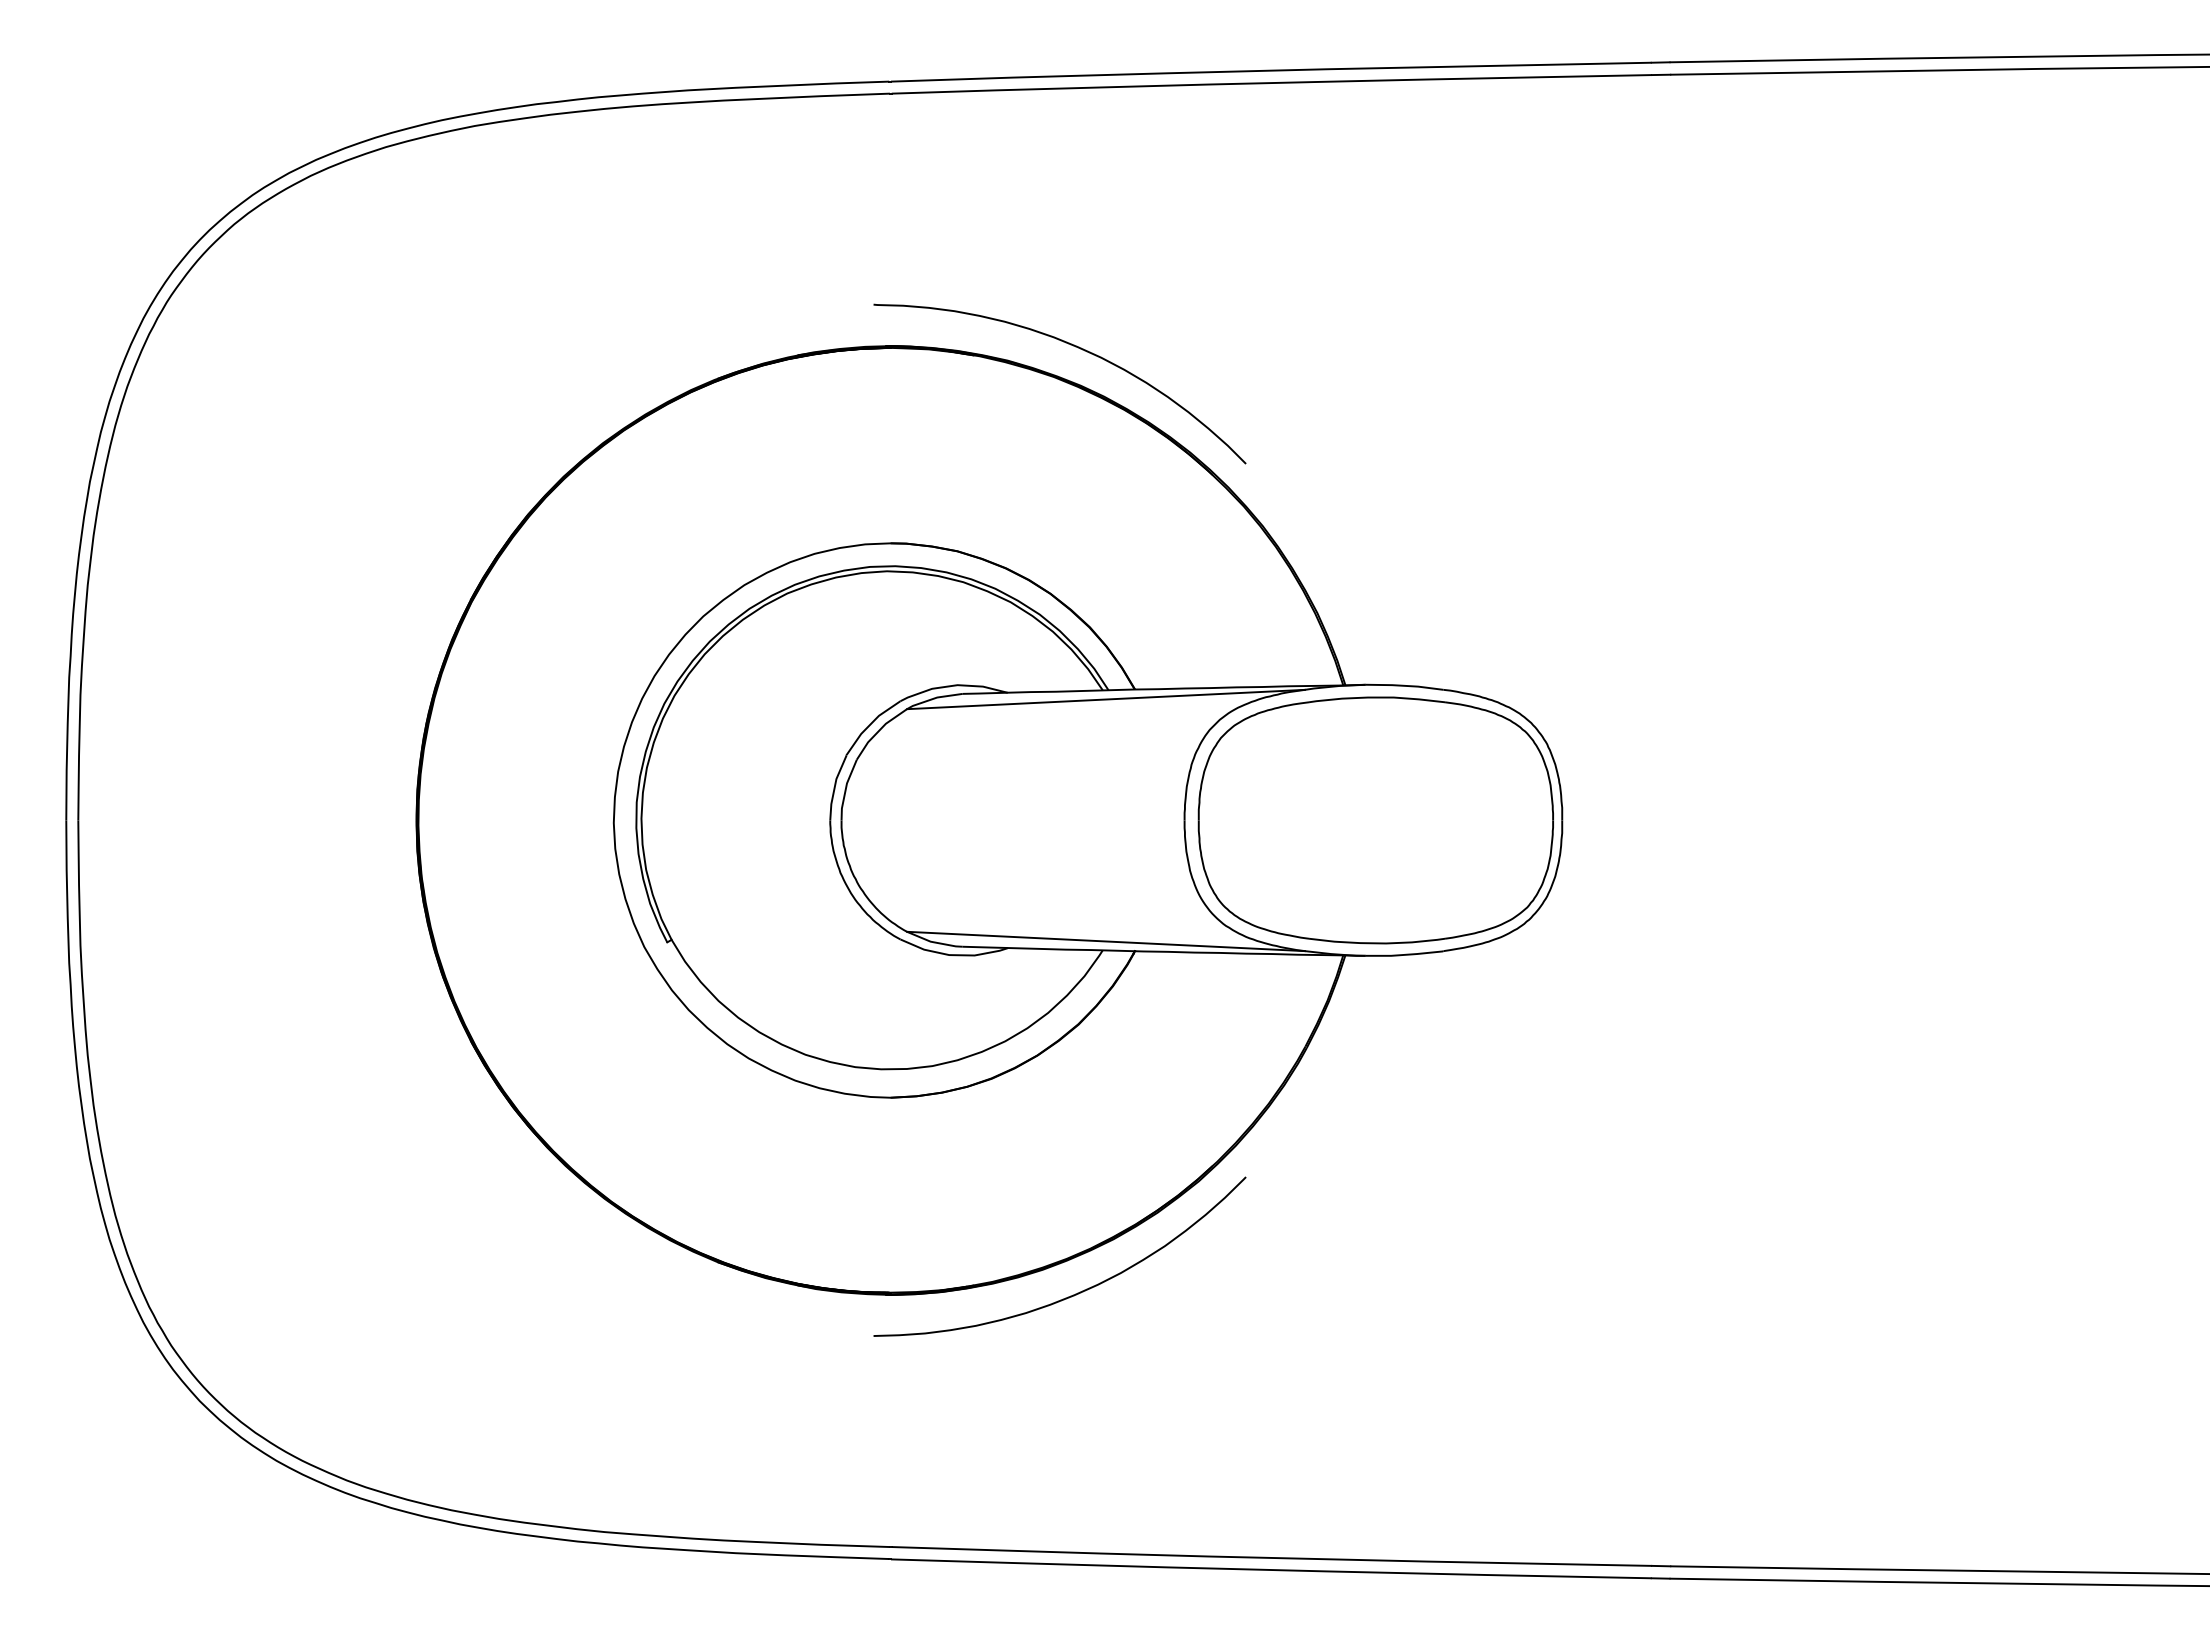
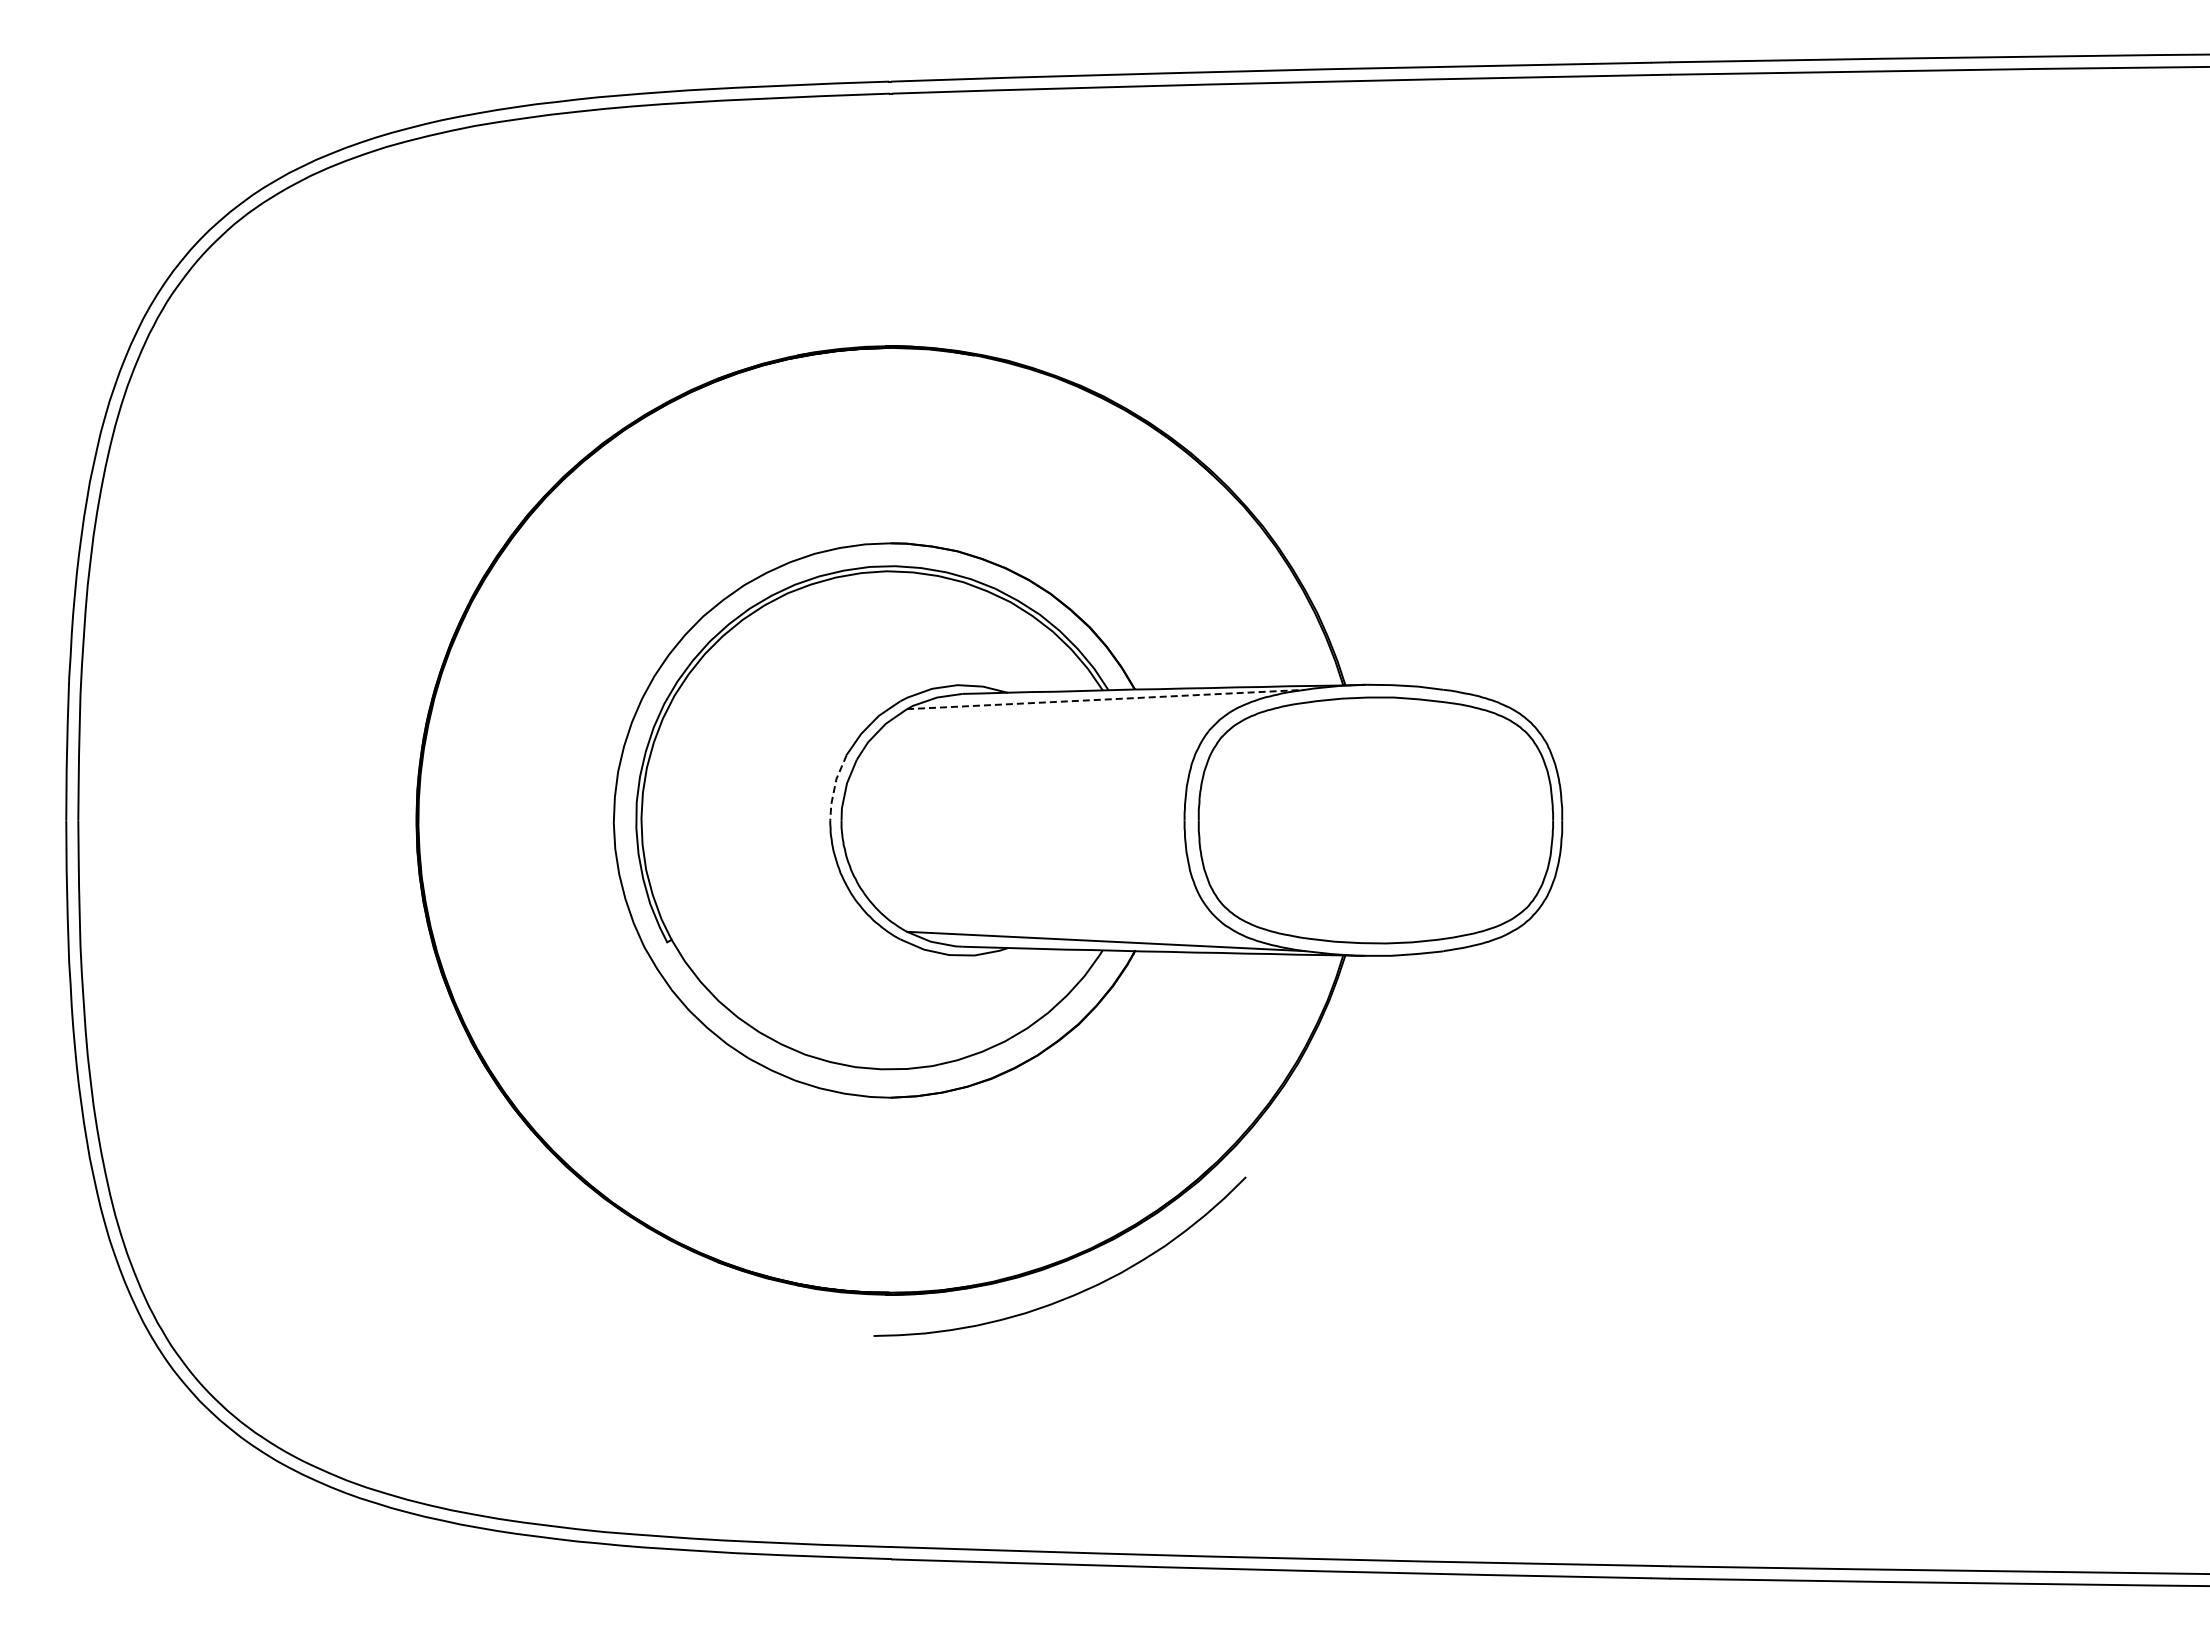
curve at (1075, 347): present -> none
line at (1106, 699): solid -> dashed
line at (834, 787): solid -> dashed
